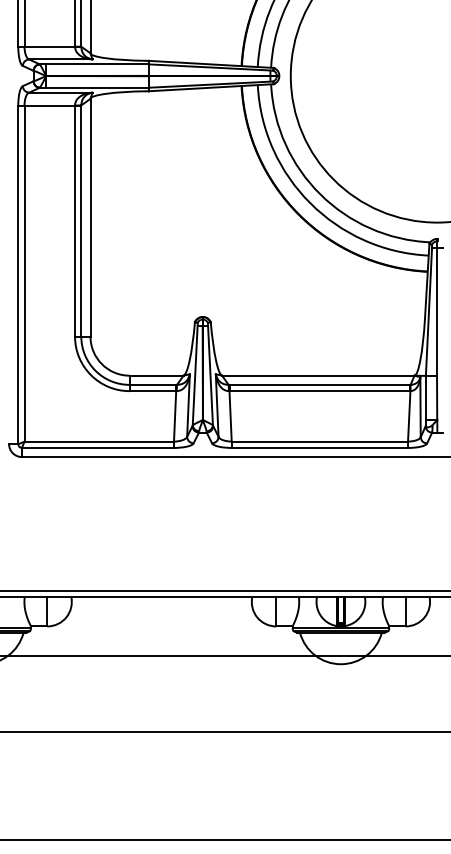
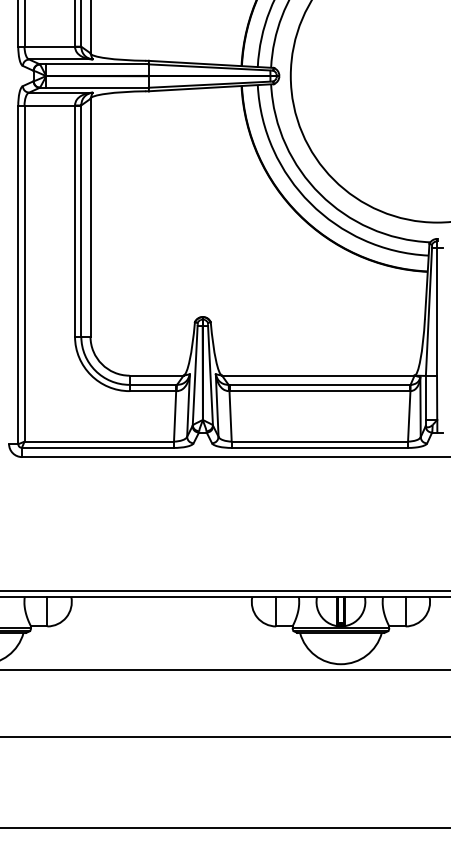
line at (224, 656) position: (224, 656) -> (224, 670)
line at (224, 732) position: (224, 732) -> (224, 737)
line at (224, 840) position: (224, 840) -> (224, 828)
